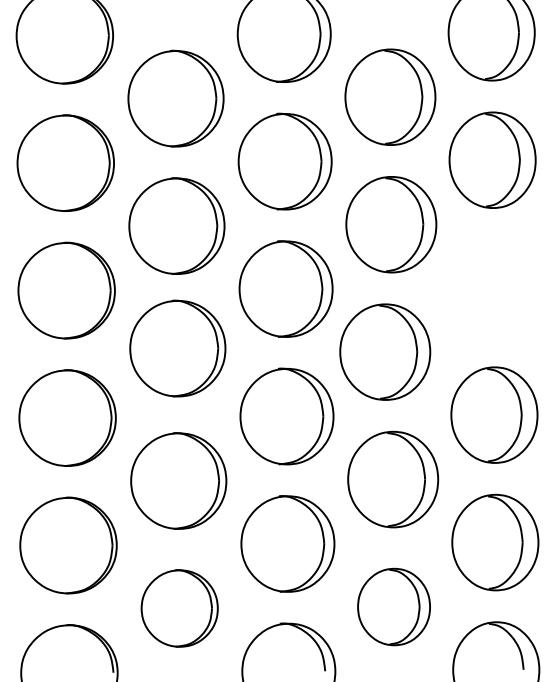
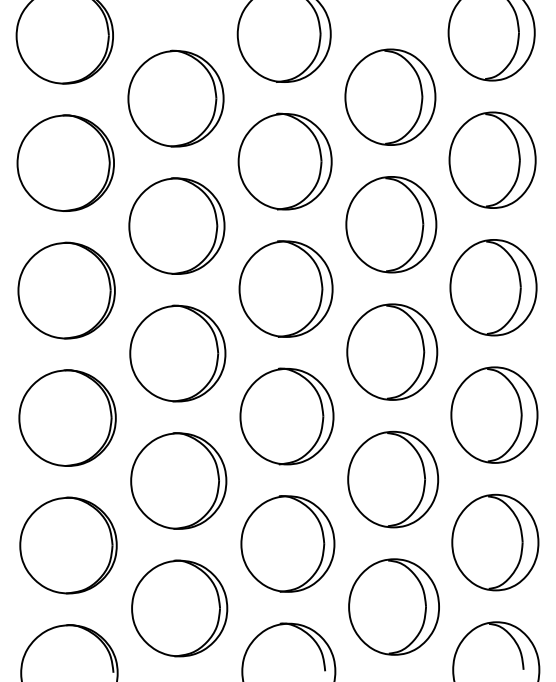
part at (493, 287): none -> present
part at (177, 348) position: (177, 348) -> (177, 353)
part at (385, 351) position: (385, 351) -> (392, 351)
part at (393, 606) size: 74x80 px -> 92x98 px
part at (179, 608) size: 79x79 px -> 98x99 px
